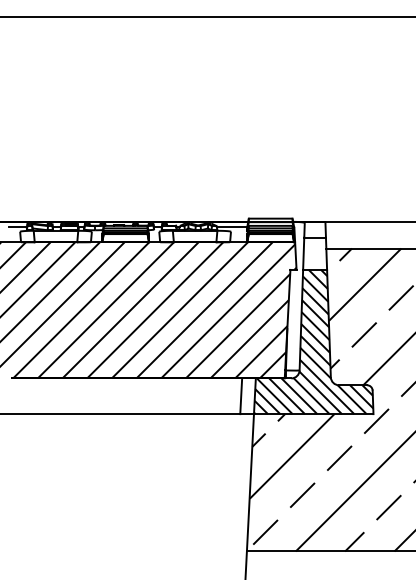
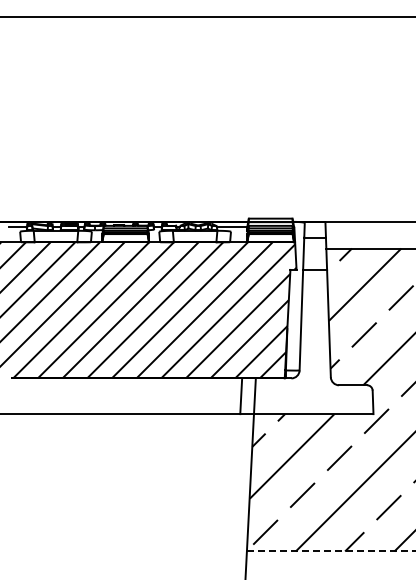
hatch at (313, 341): present -> none
line at (331, 551): solid -> dashed
